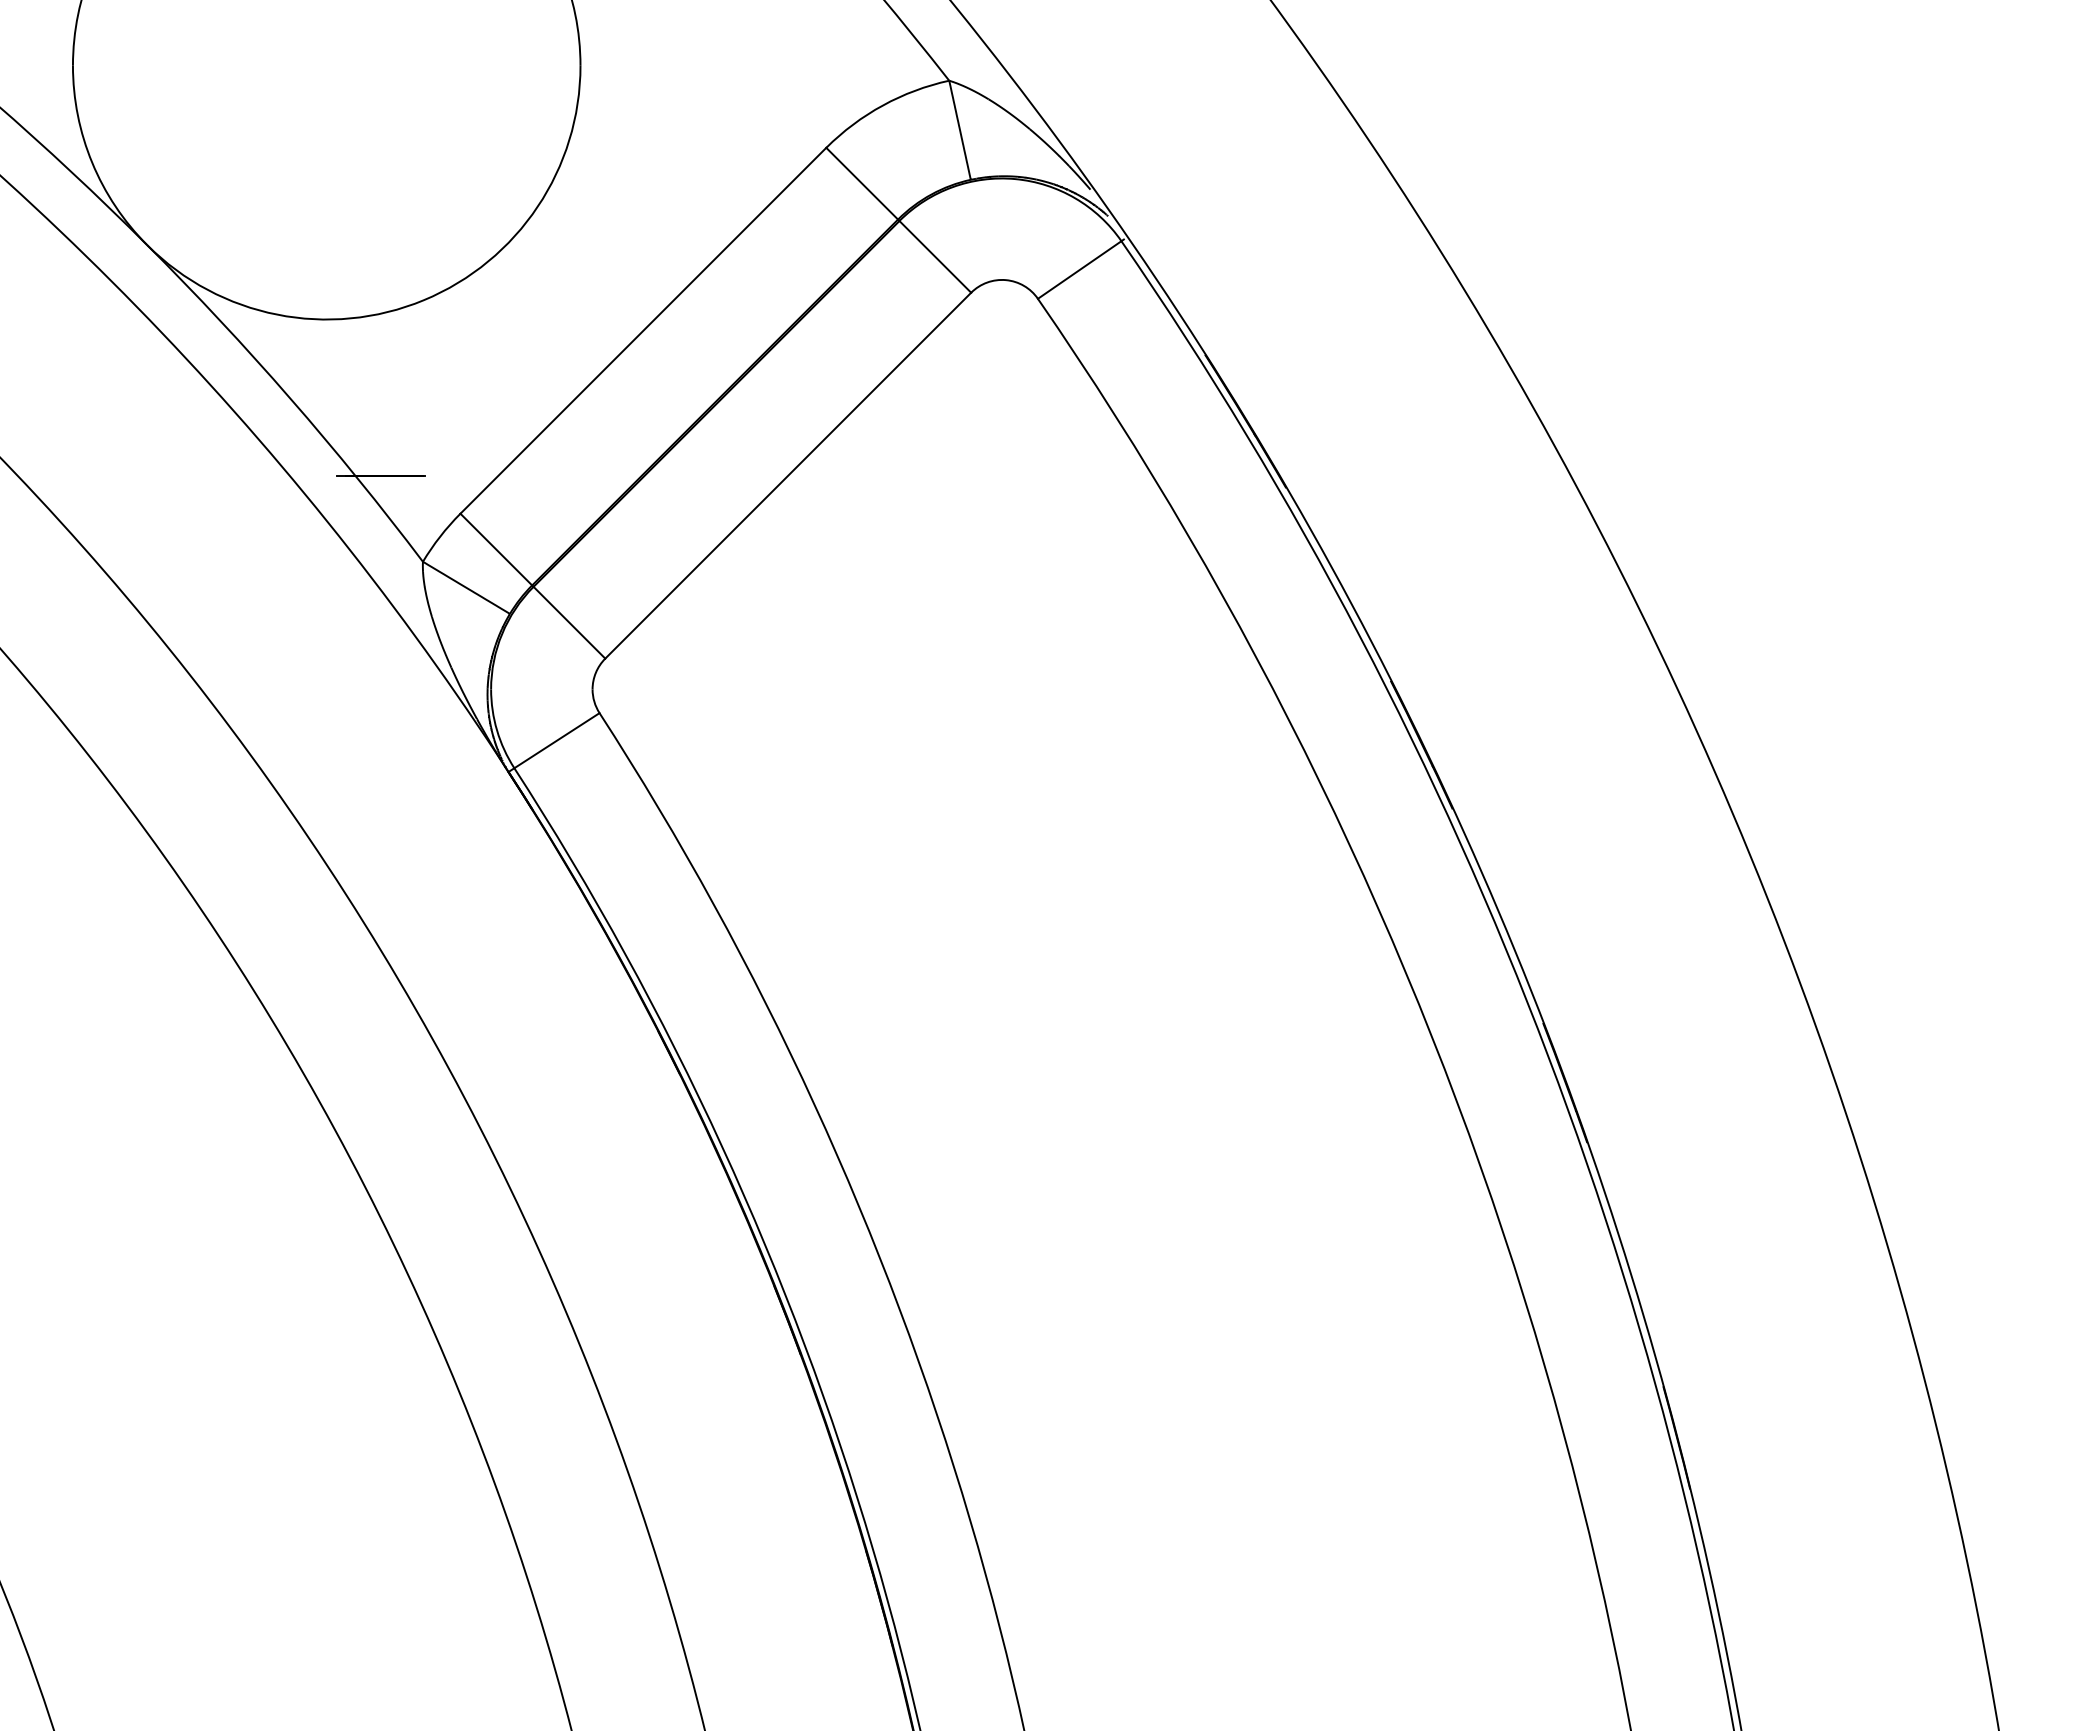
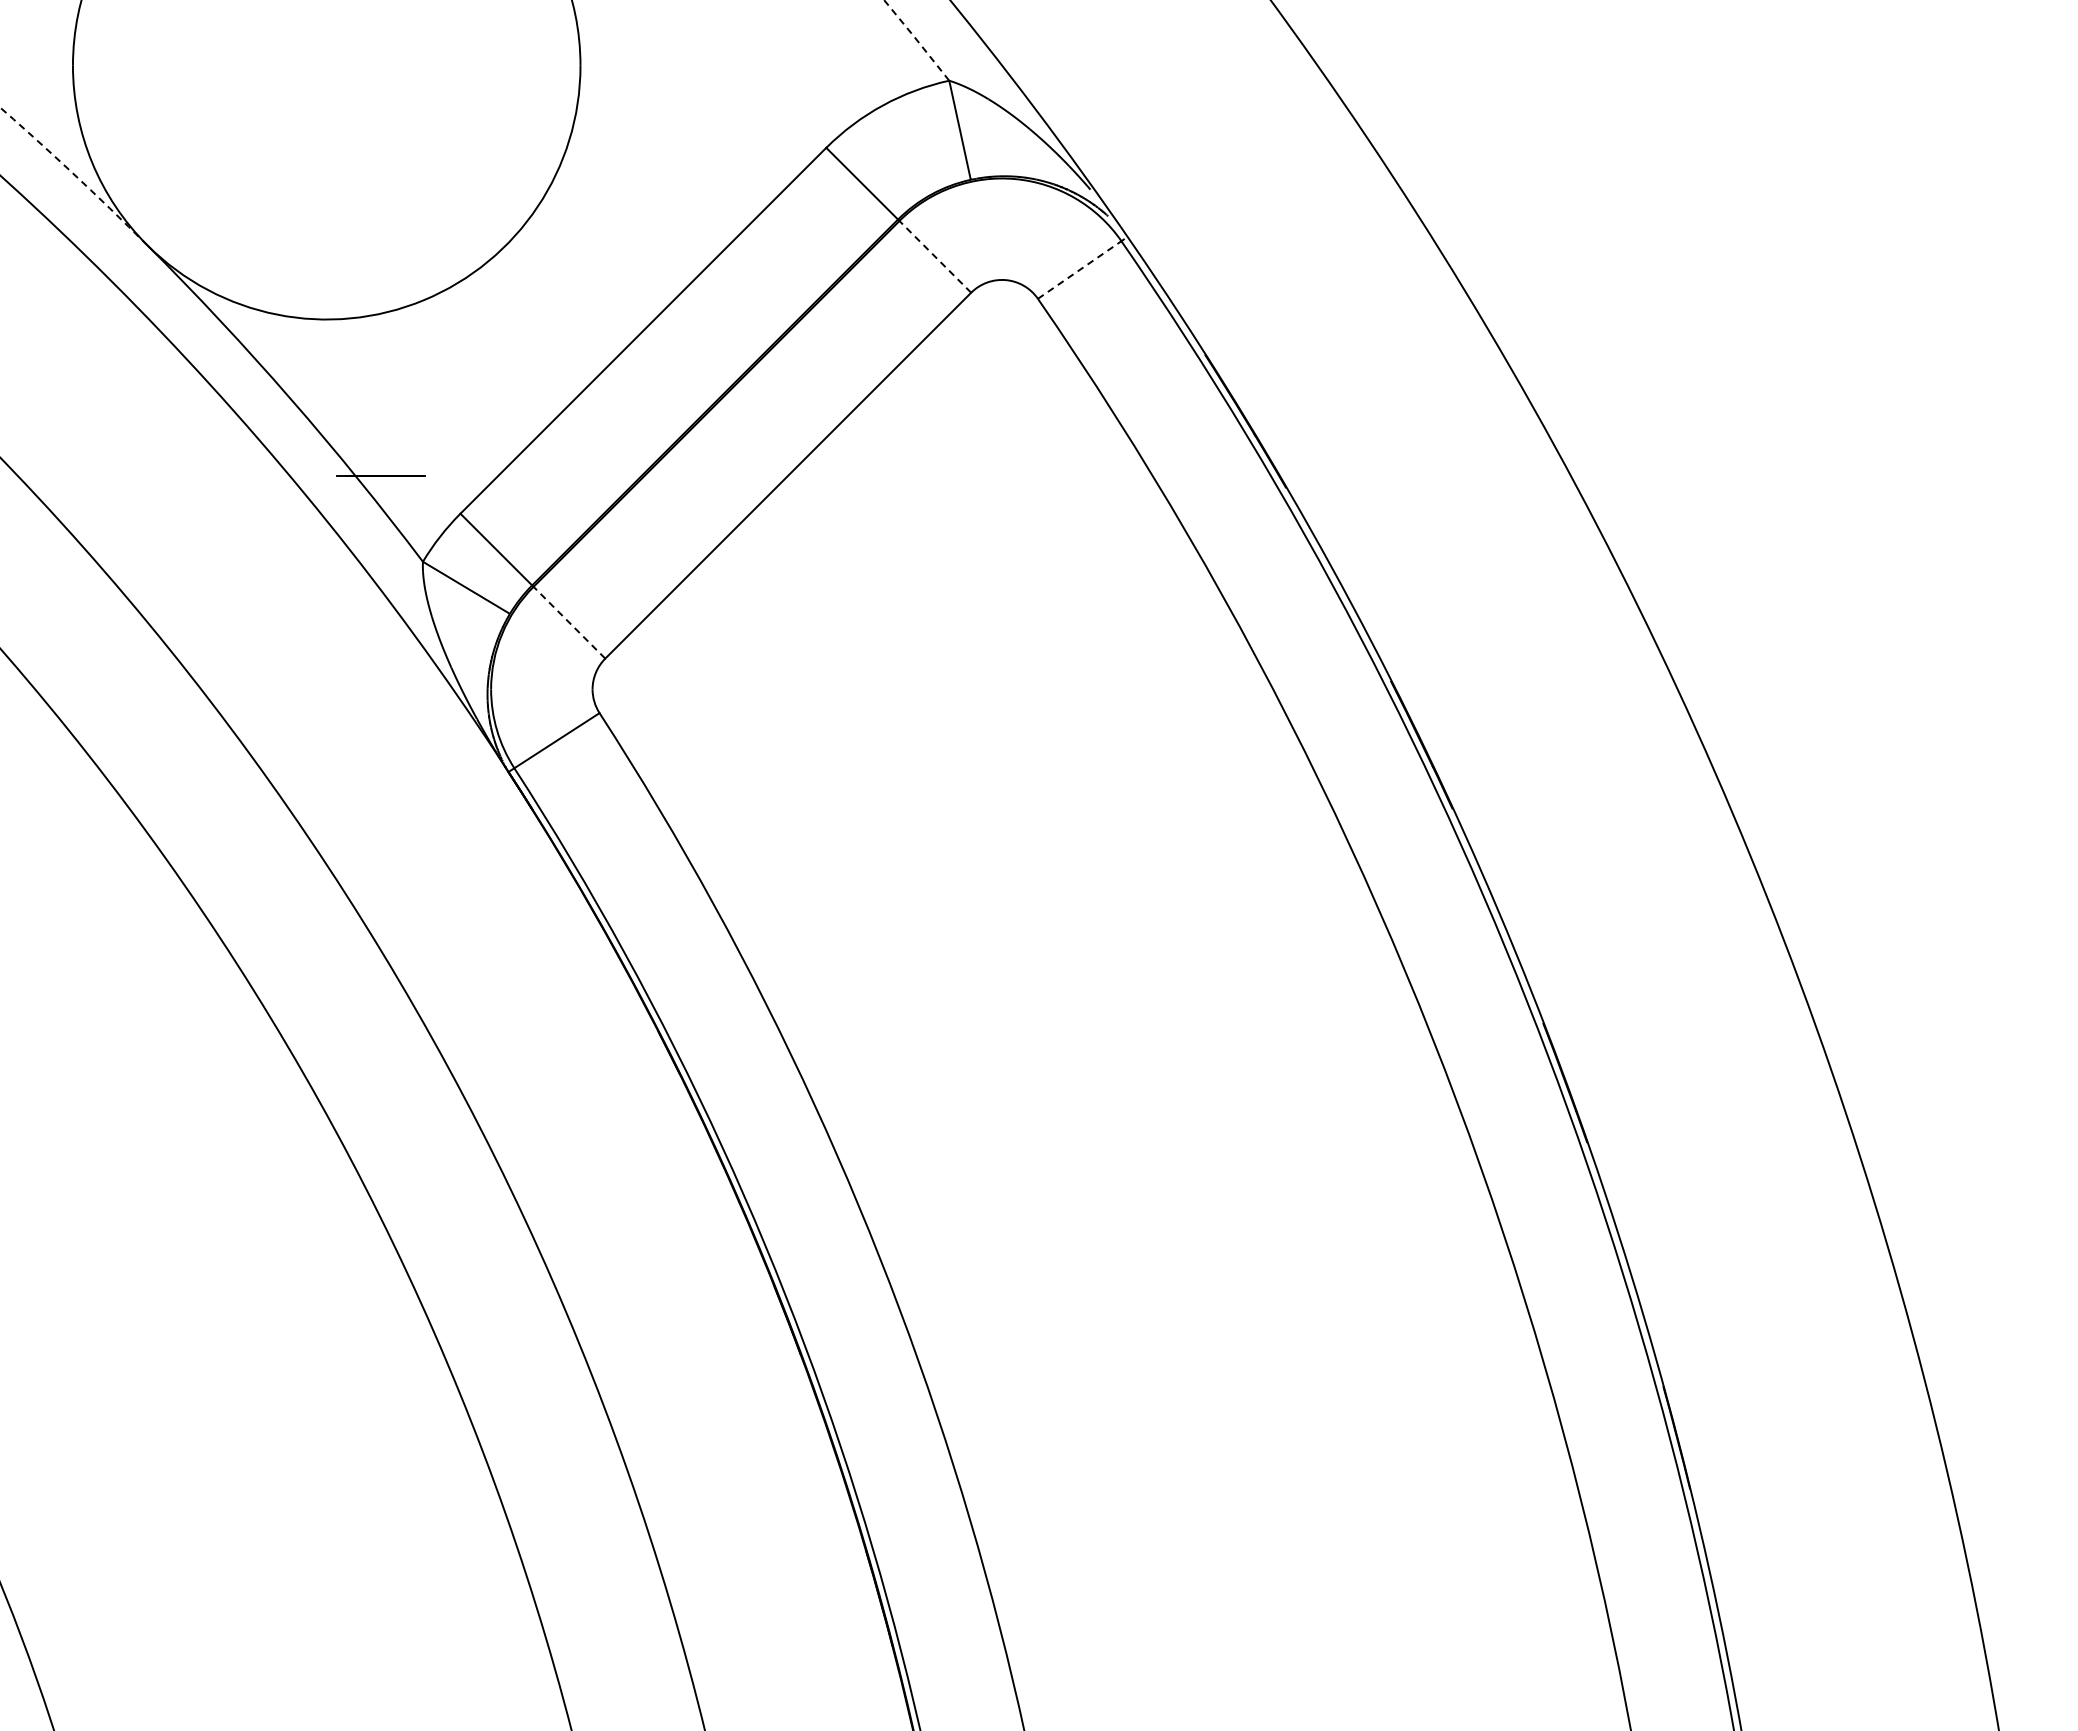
arc at (916, 39): solid -> dashed
arc at (74, 174): solid -> dashed
line at (935, 256): solid -> dashed
line at (1079, 270): solid -> dashed
line at (569, 622): solid -> dashed
